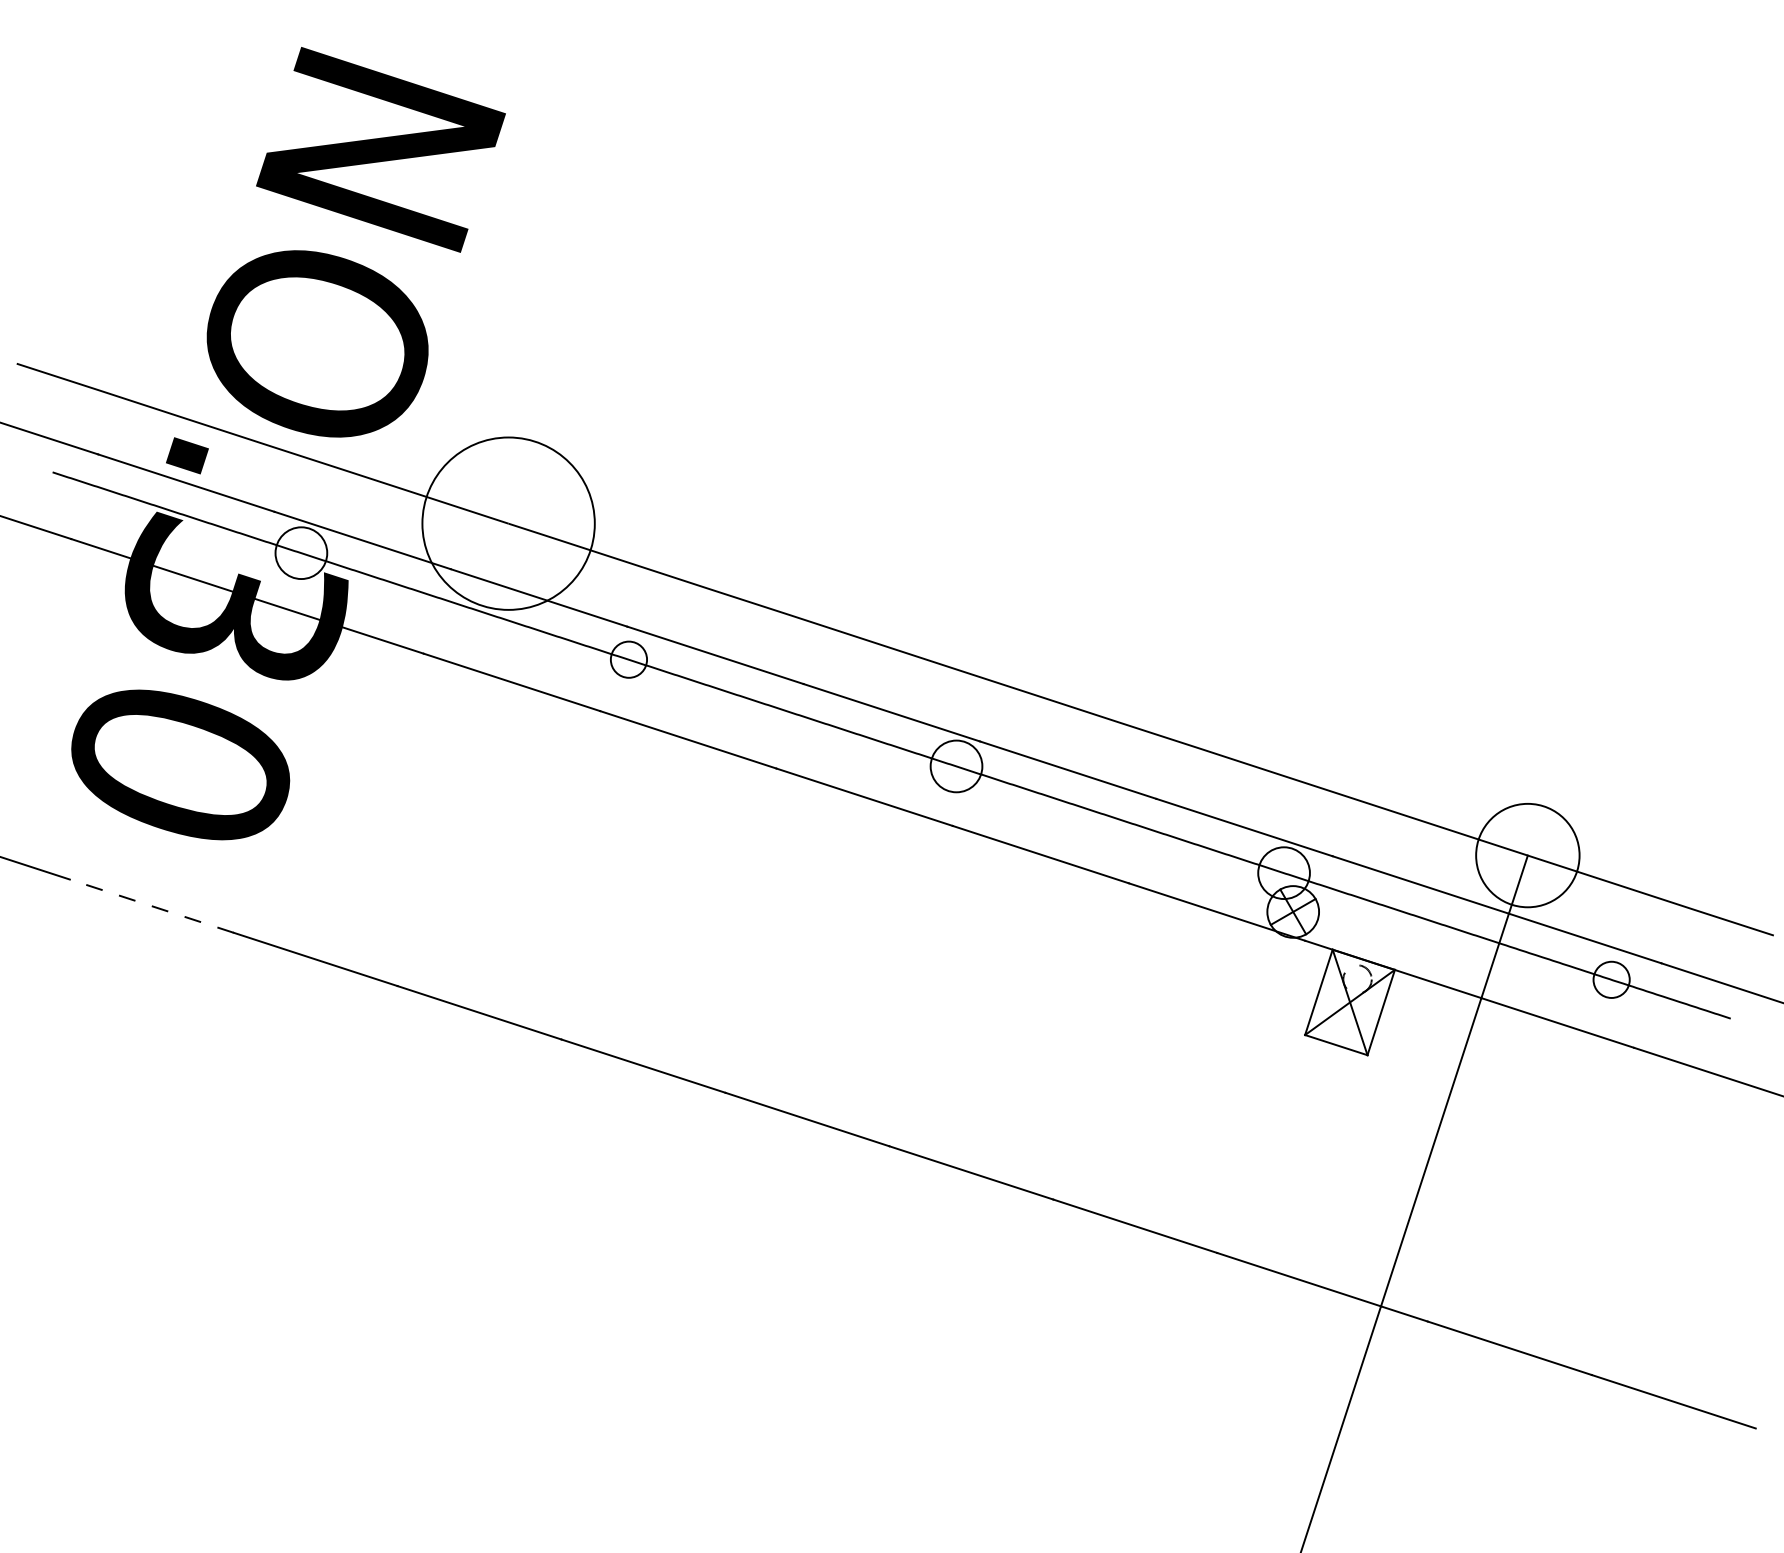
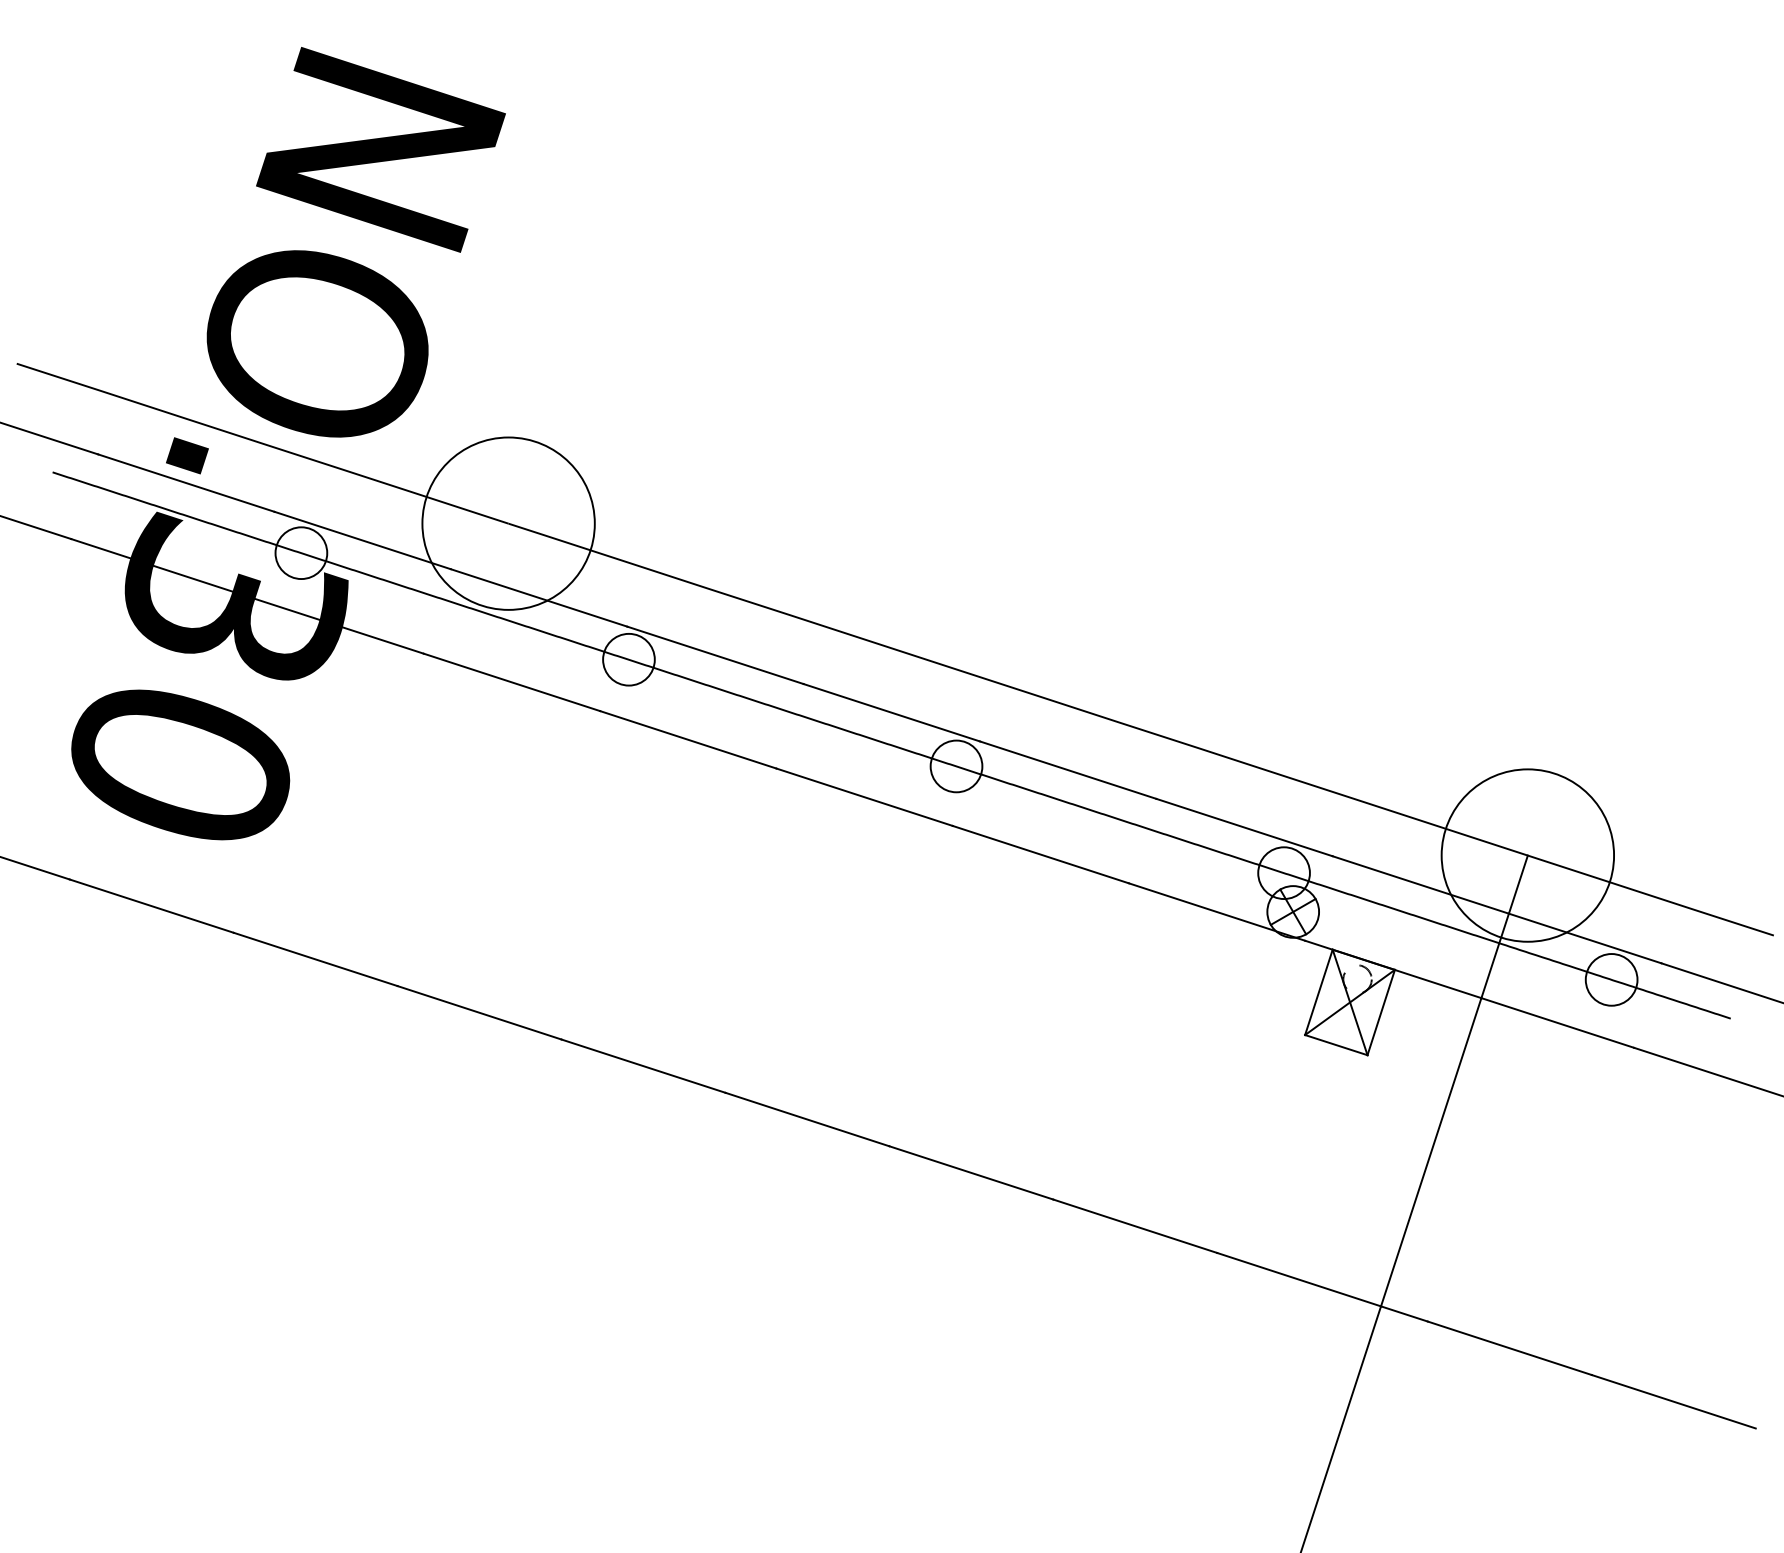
circle at (628, 659) diameter: 36 px -> 52 px
circle at (1527, 855) diameter: 103 px -> 172 px
line at (151, 906): dashed -> solid
circle at (1611, 979) diameter: 36 px -> 52 px
